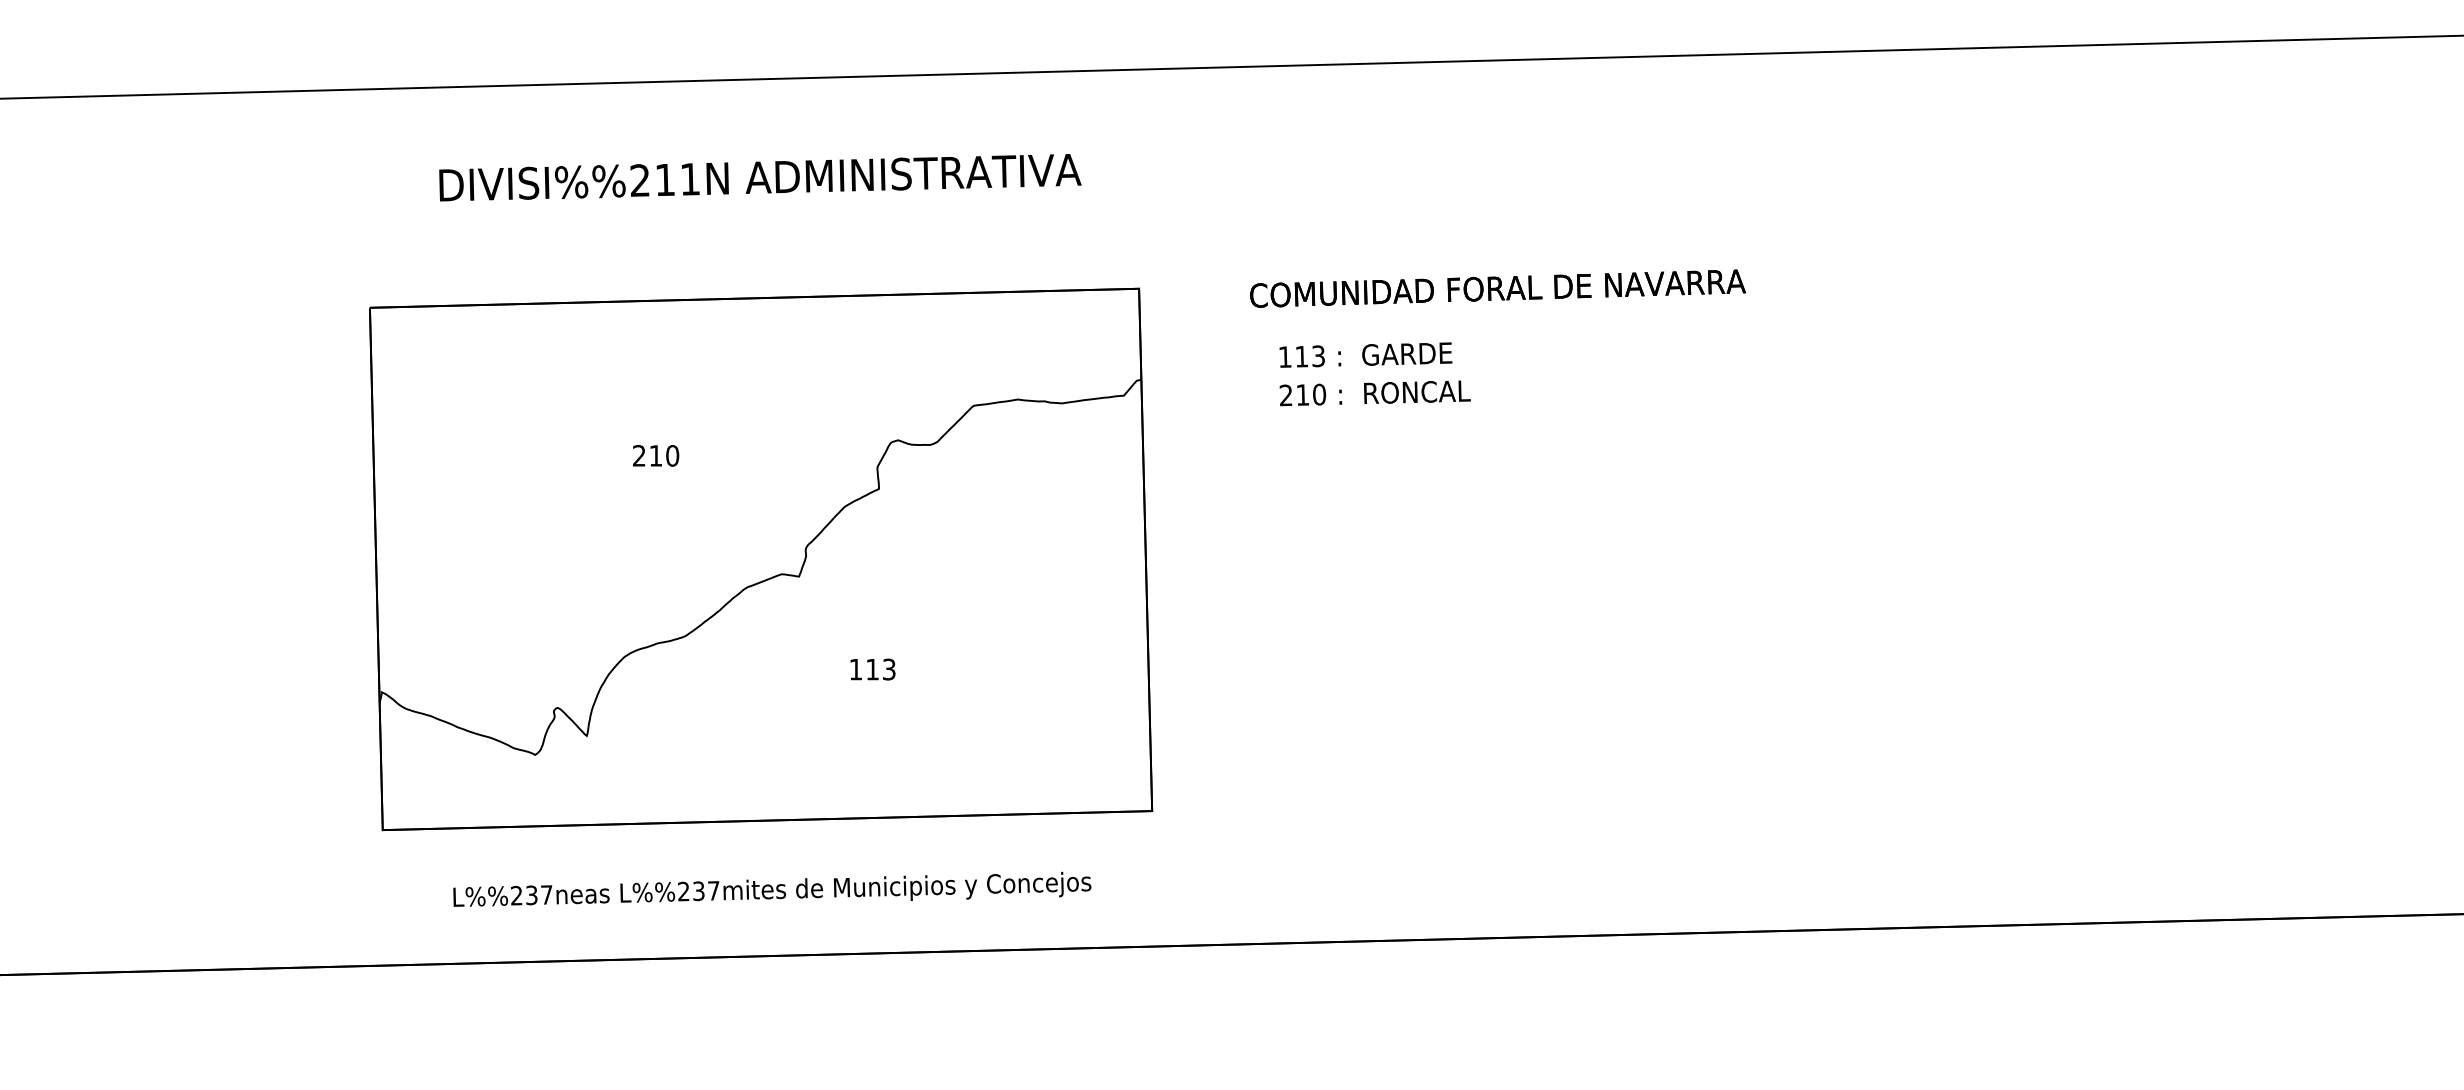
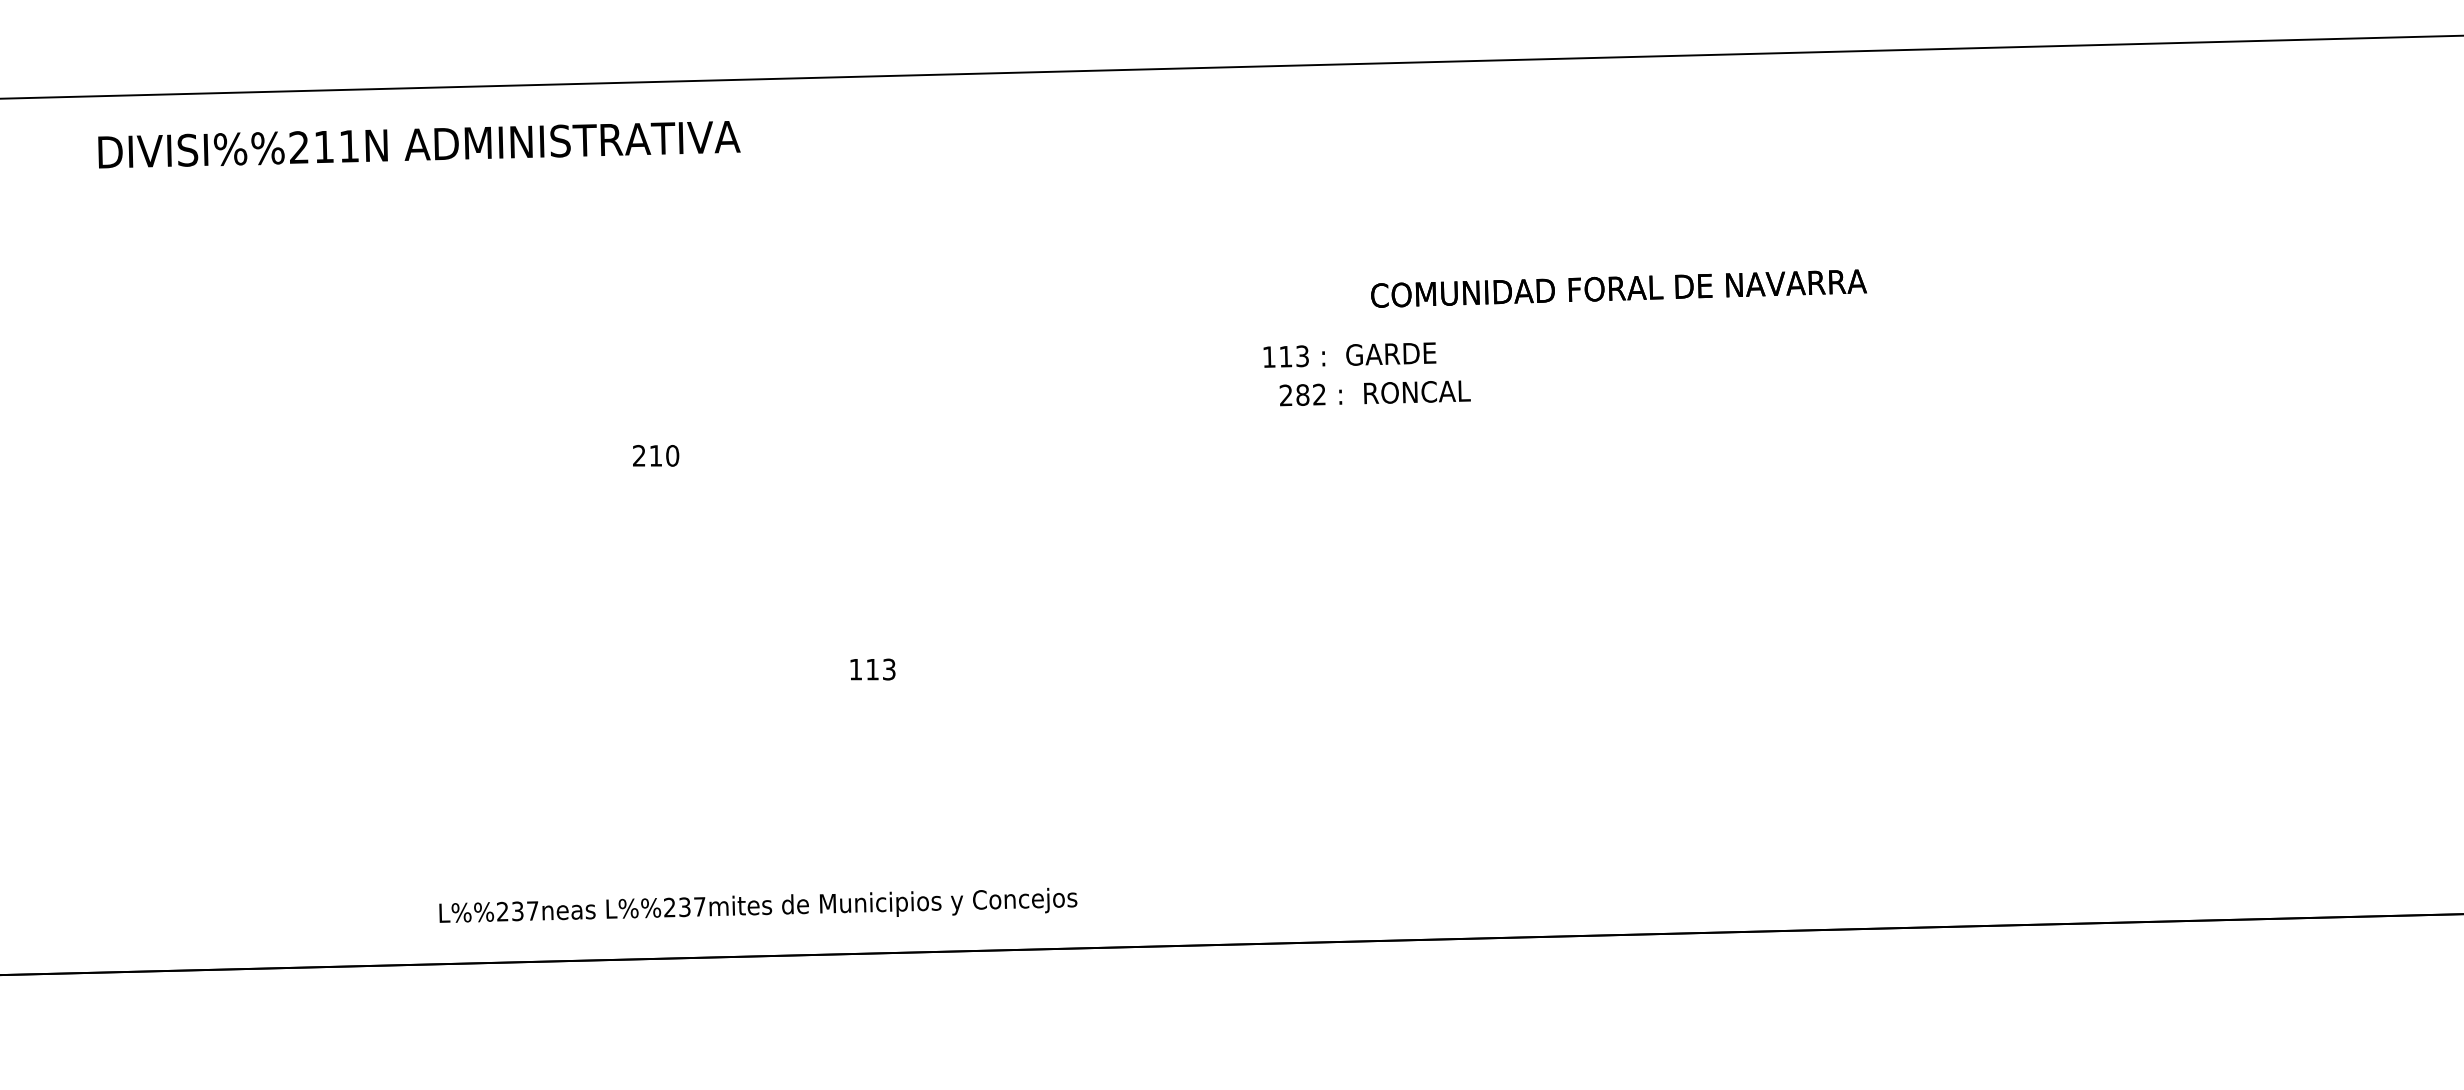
text at (760, 177) position: (760, 177) -> (419, 144)
text at (1497, 288) position: (1497, 288) -> (1618, 288)
text at (1365, 354) position: (1365, 354) -> (1349, 354)
text at (1311, 394): 210 -> 282
part at (761, 559): present -> none
text at (772, 888) position: (772, 888) -> (758, 904)
